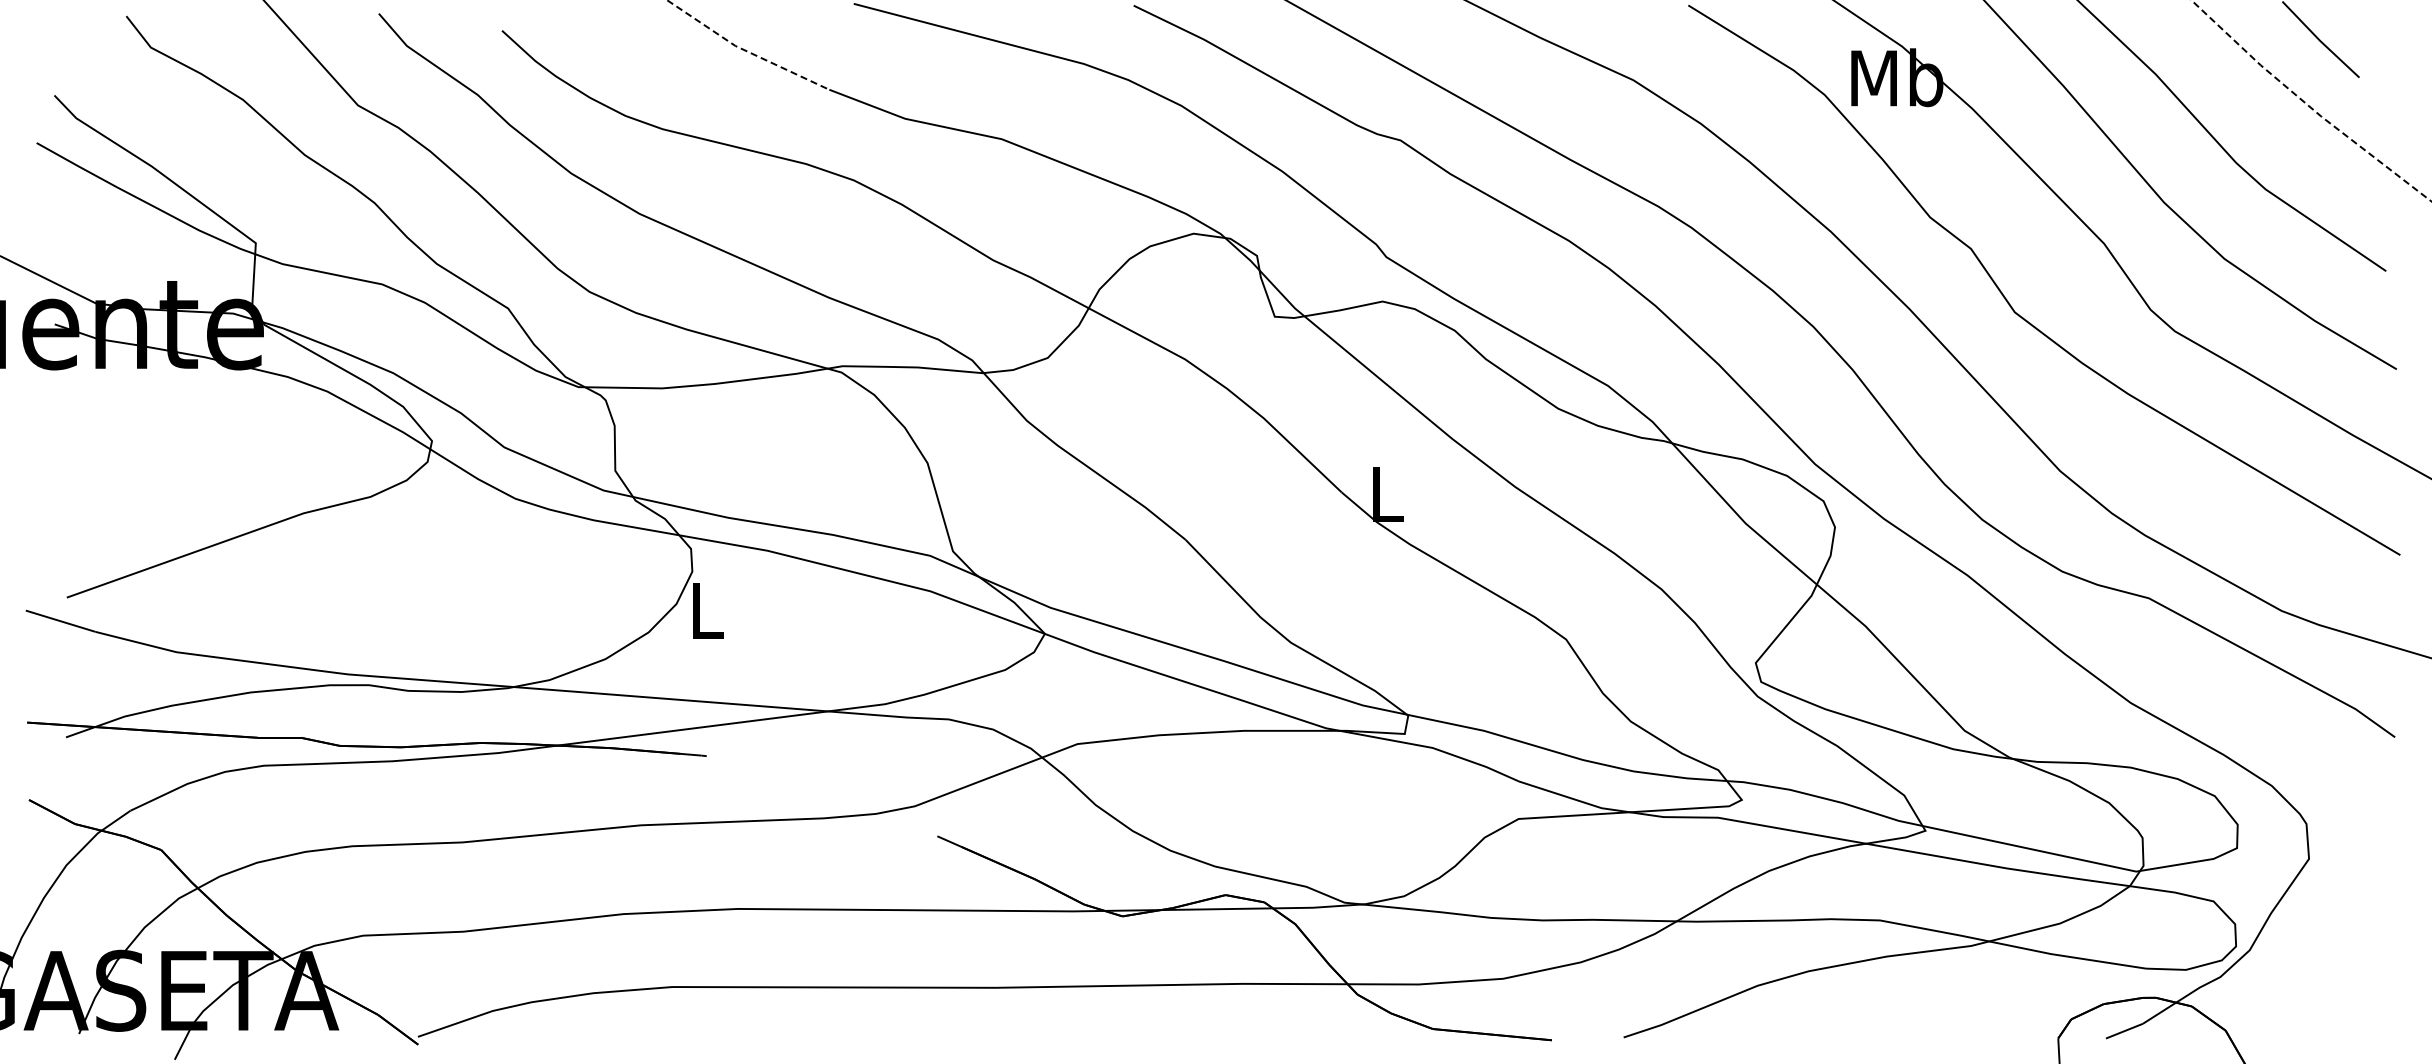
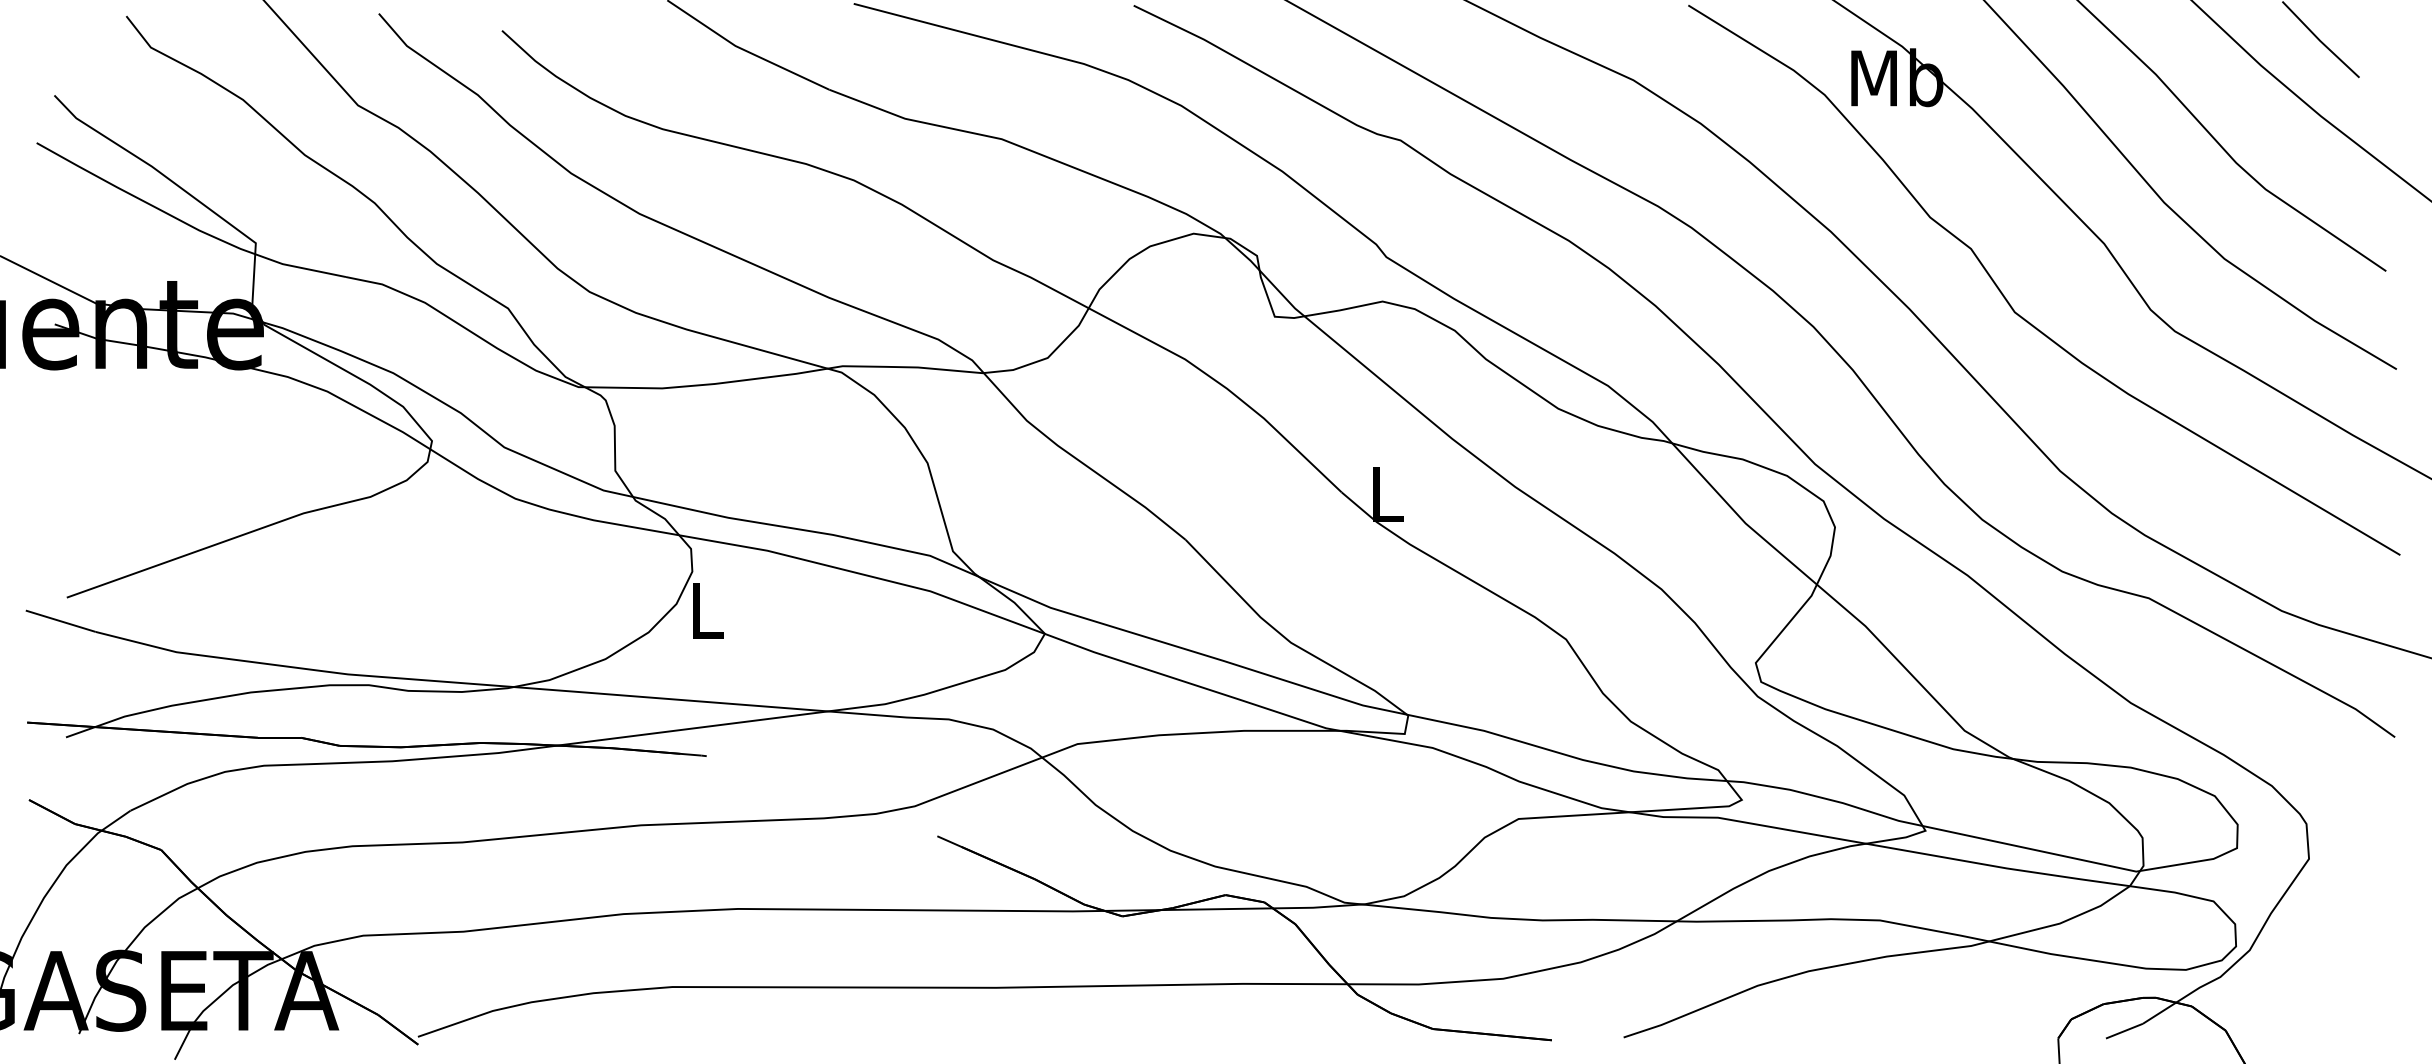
line at (744, 50): dashed -> solid
line at (2308, 105): dashed -> solid
